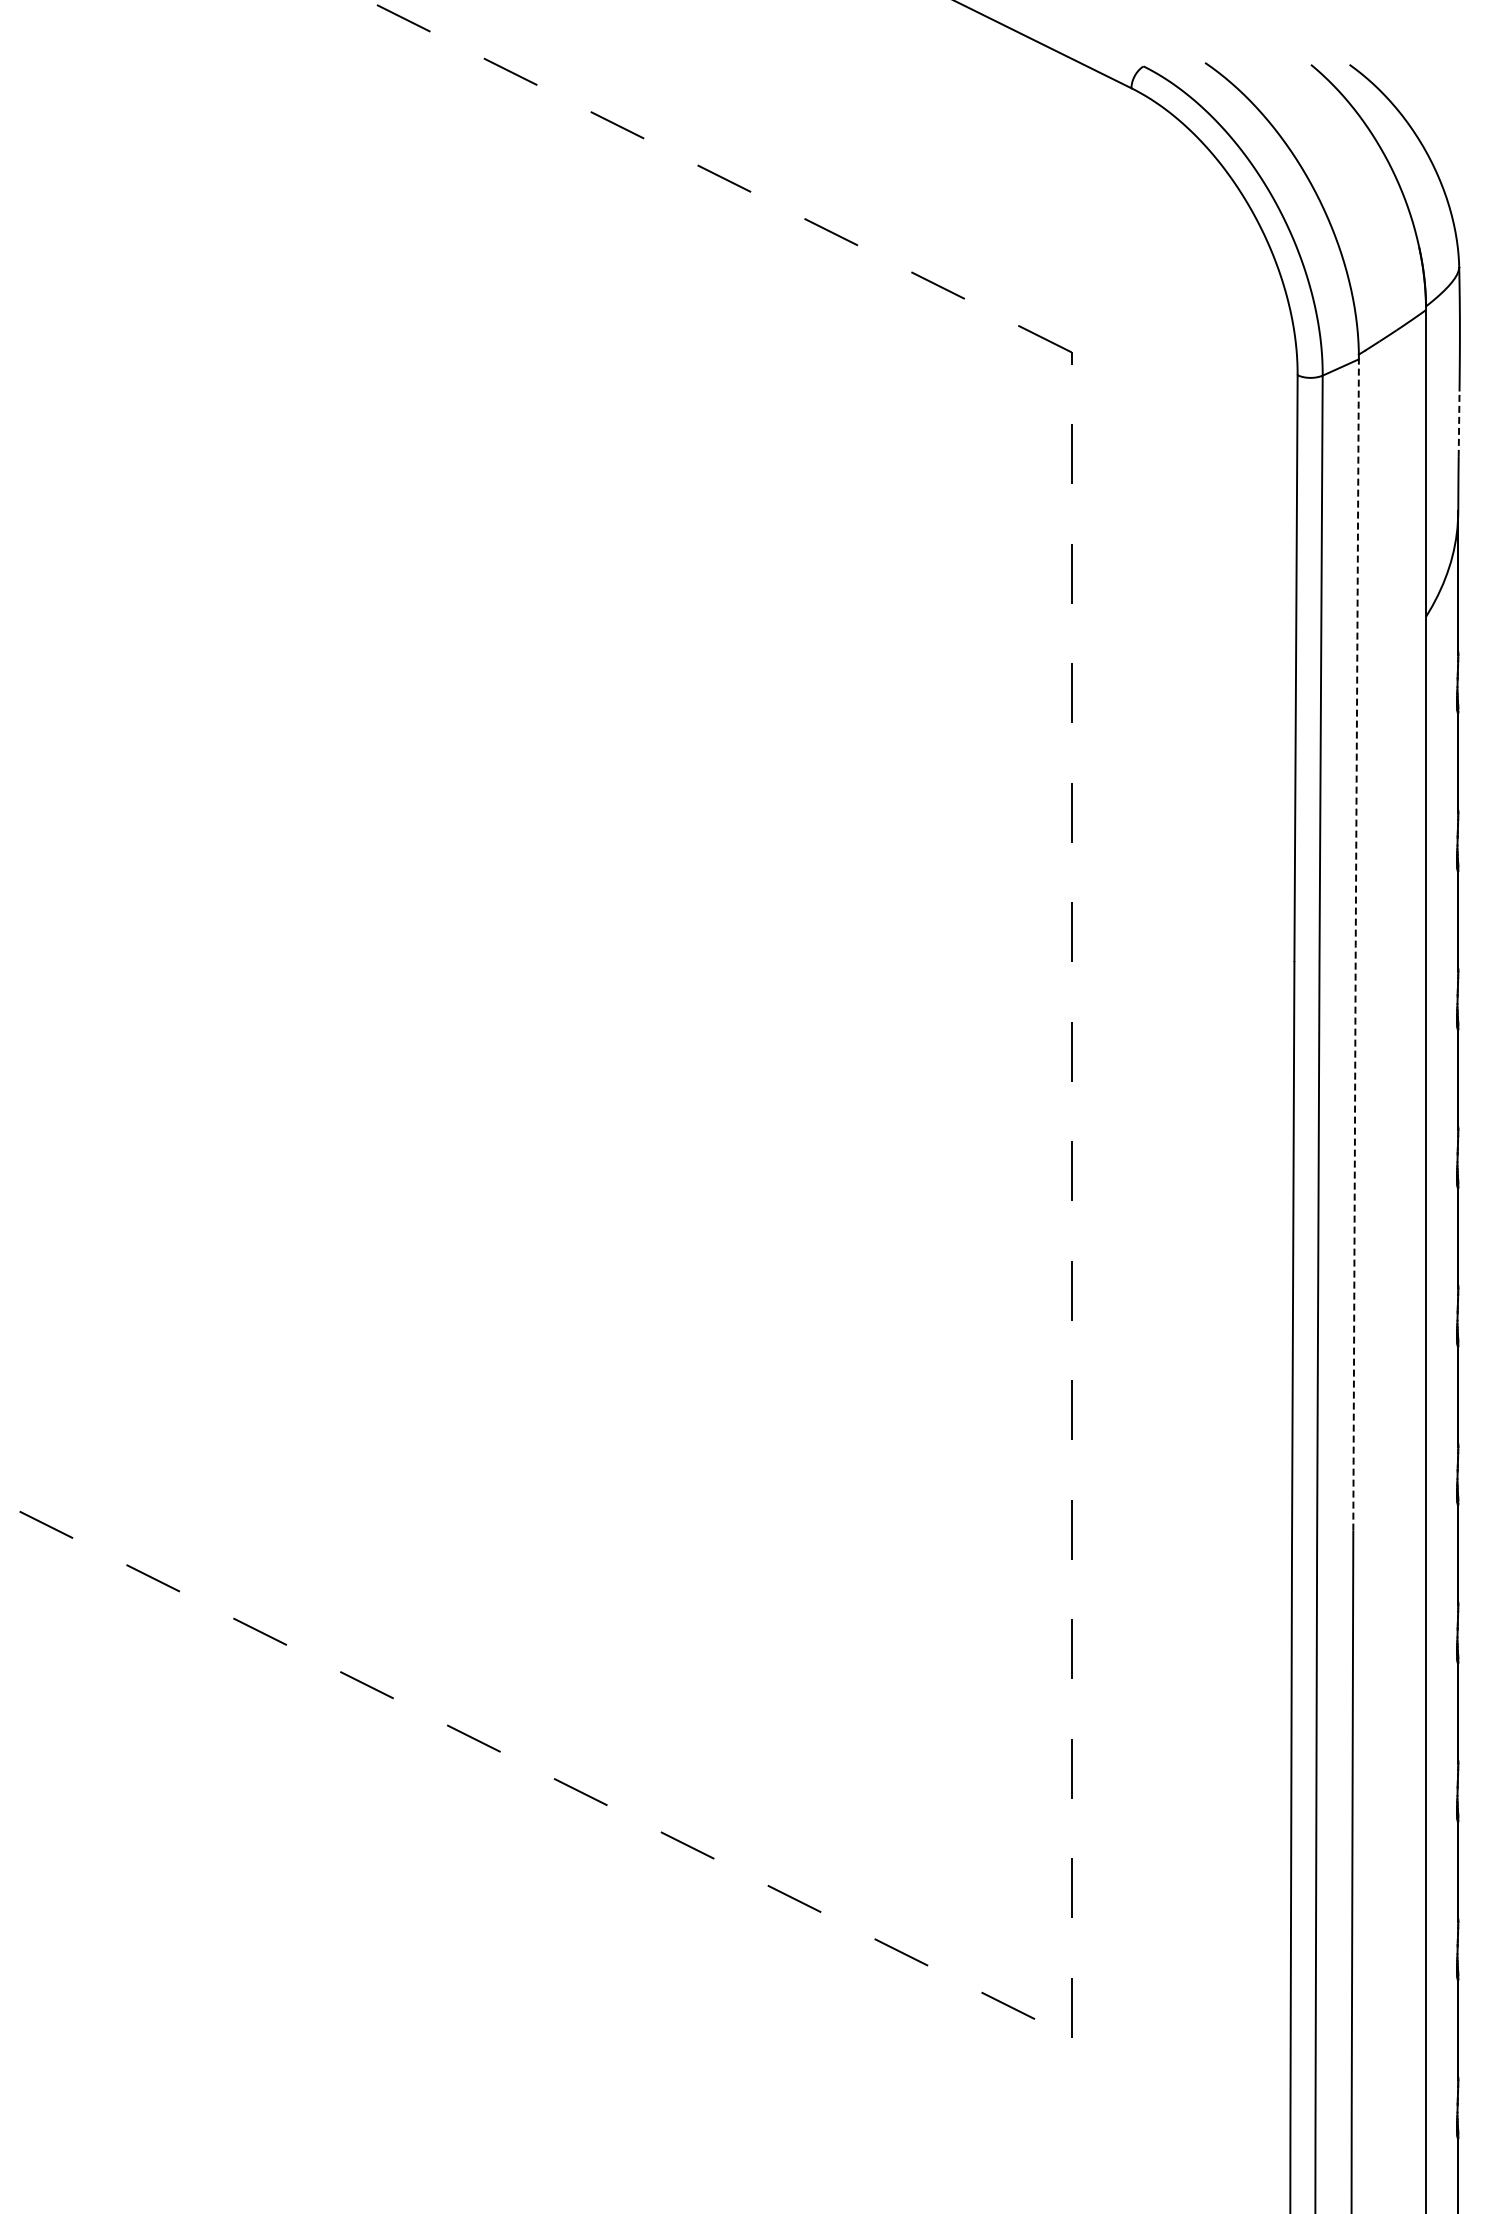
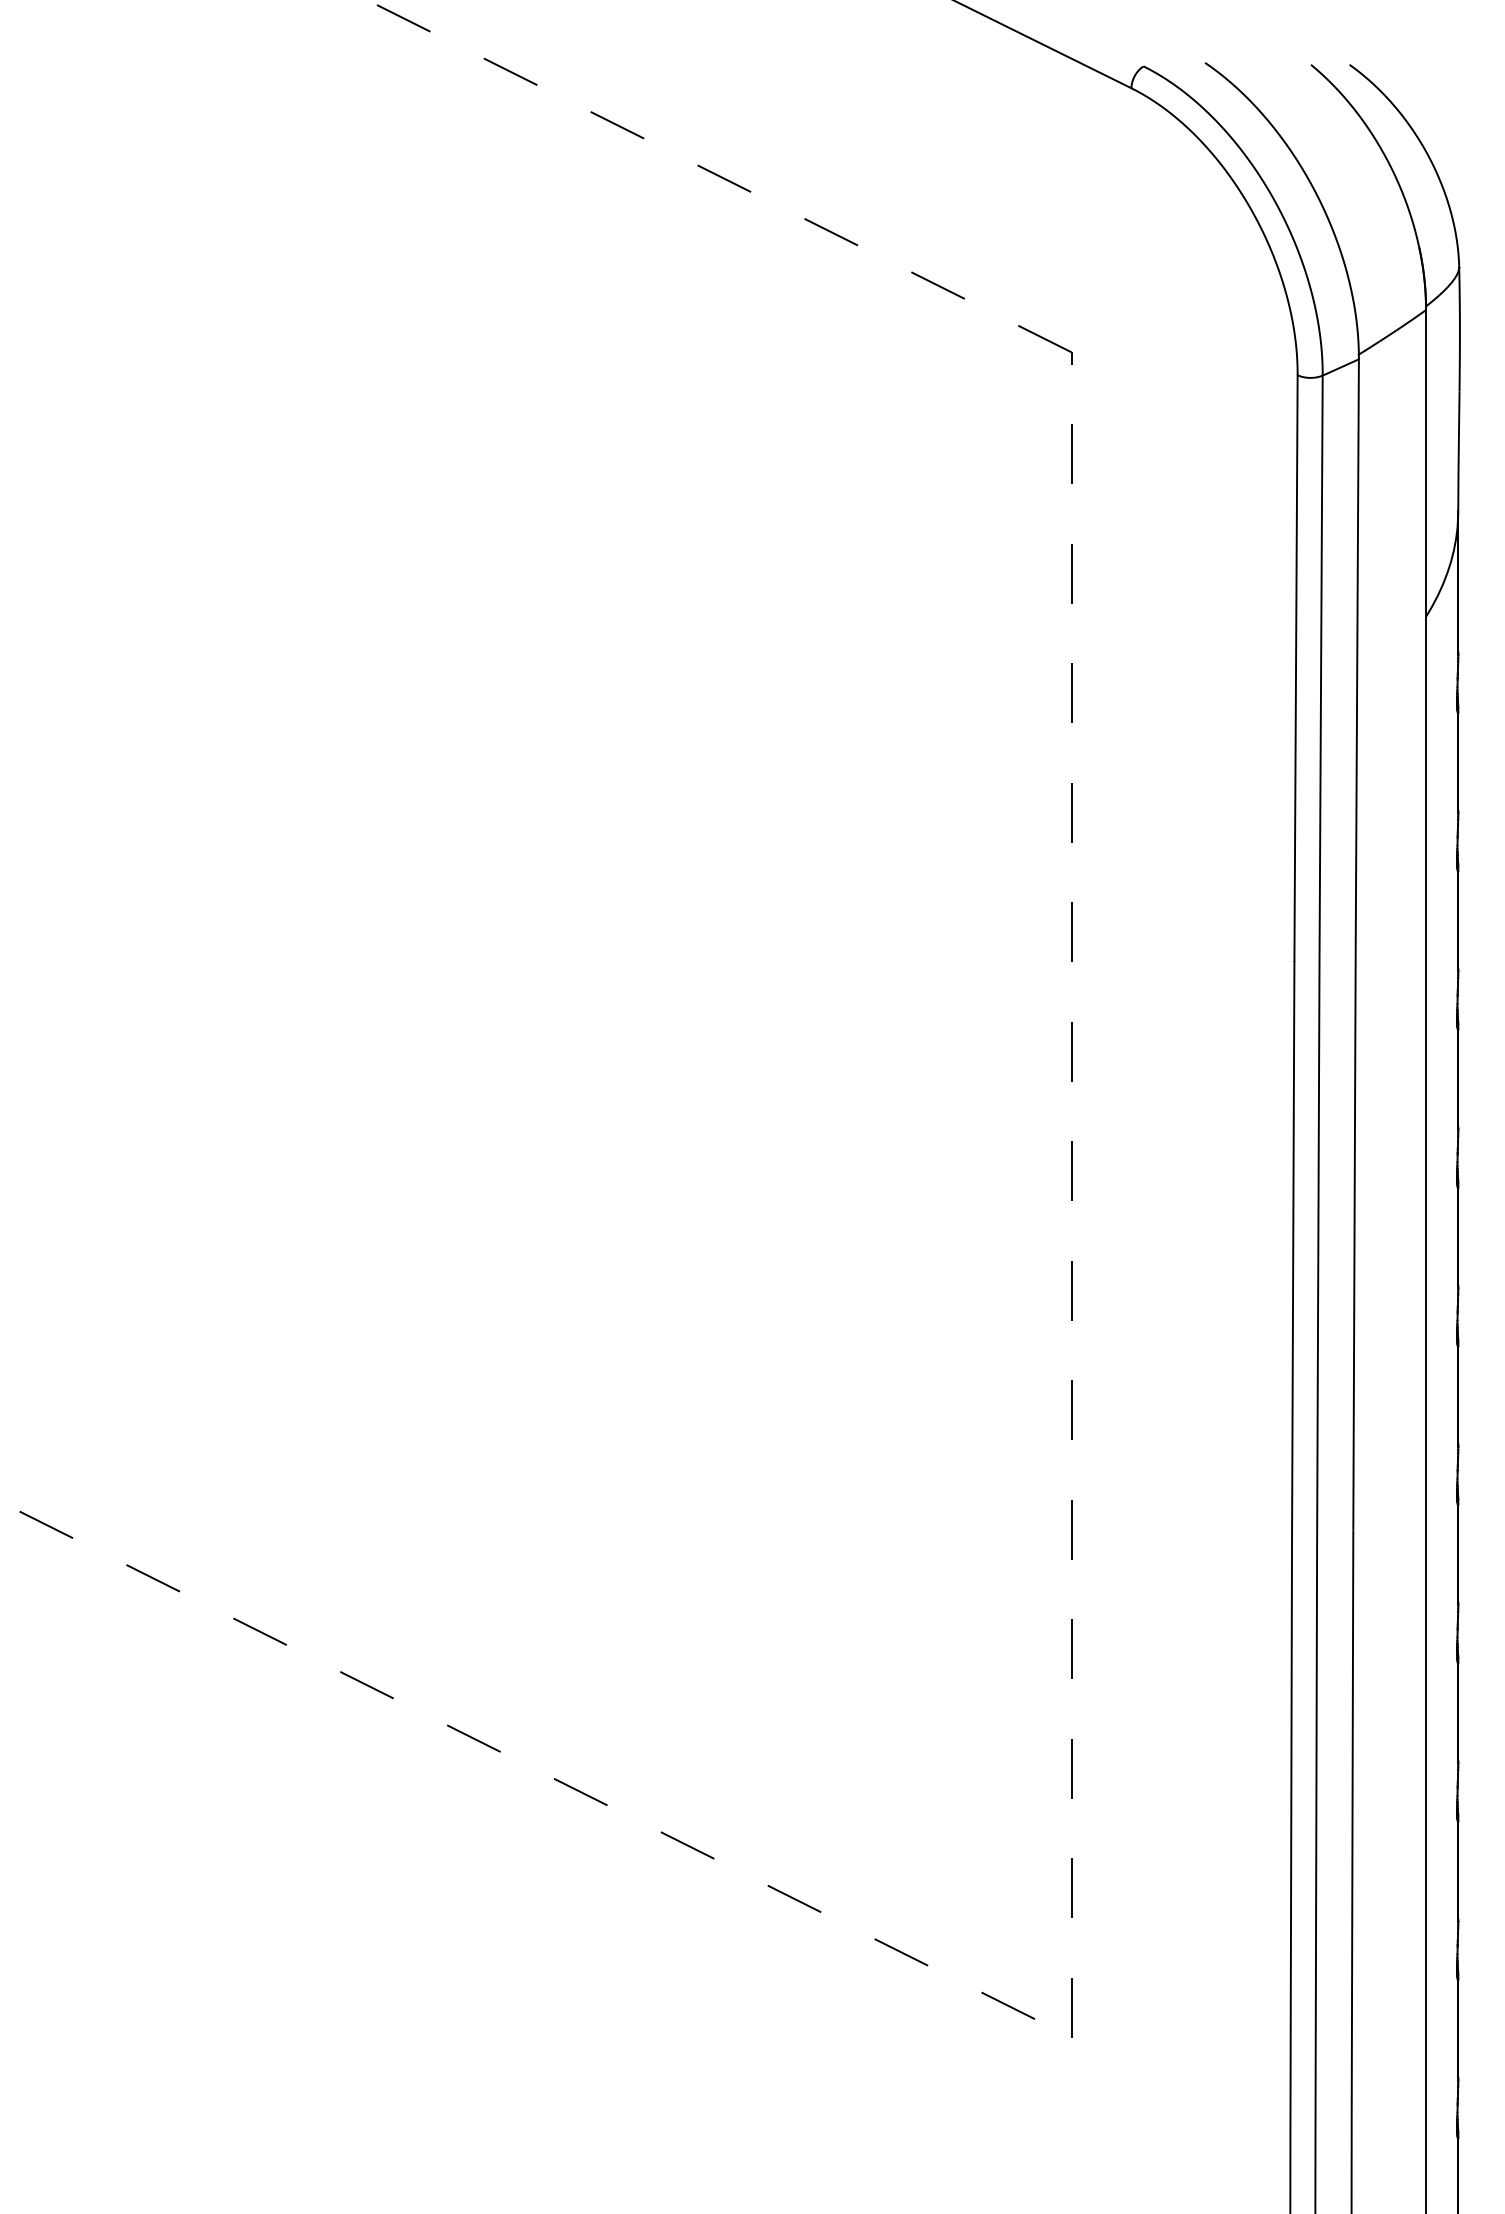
line at (1459, 424): dashed -> solid
line at (1355, 945): dashed -> solid
